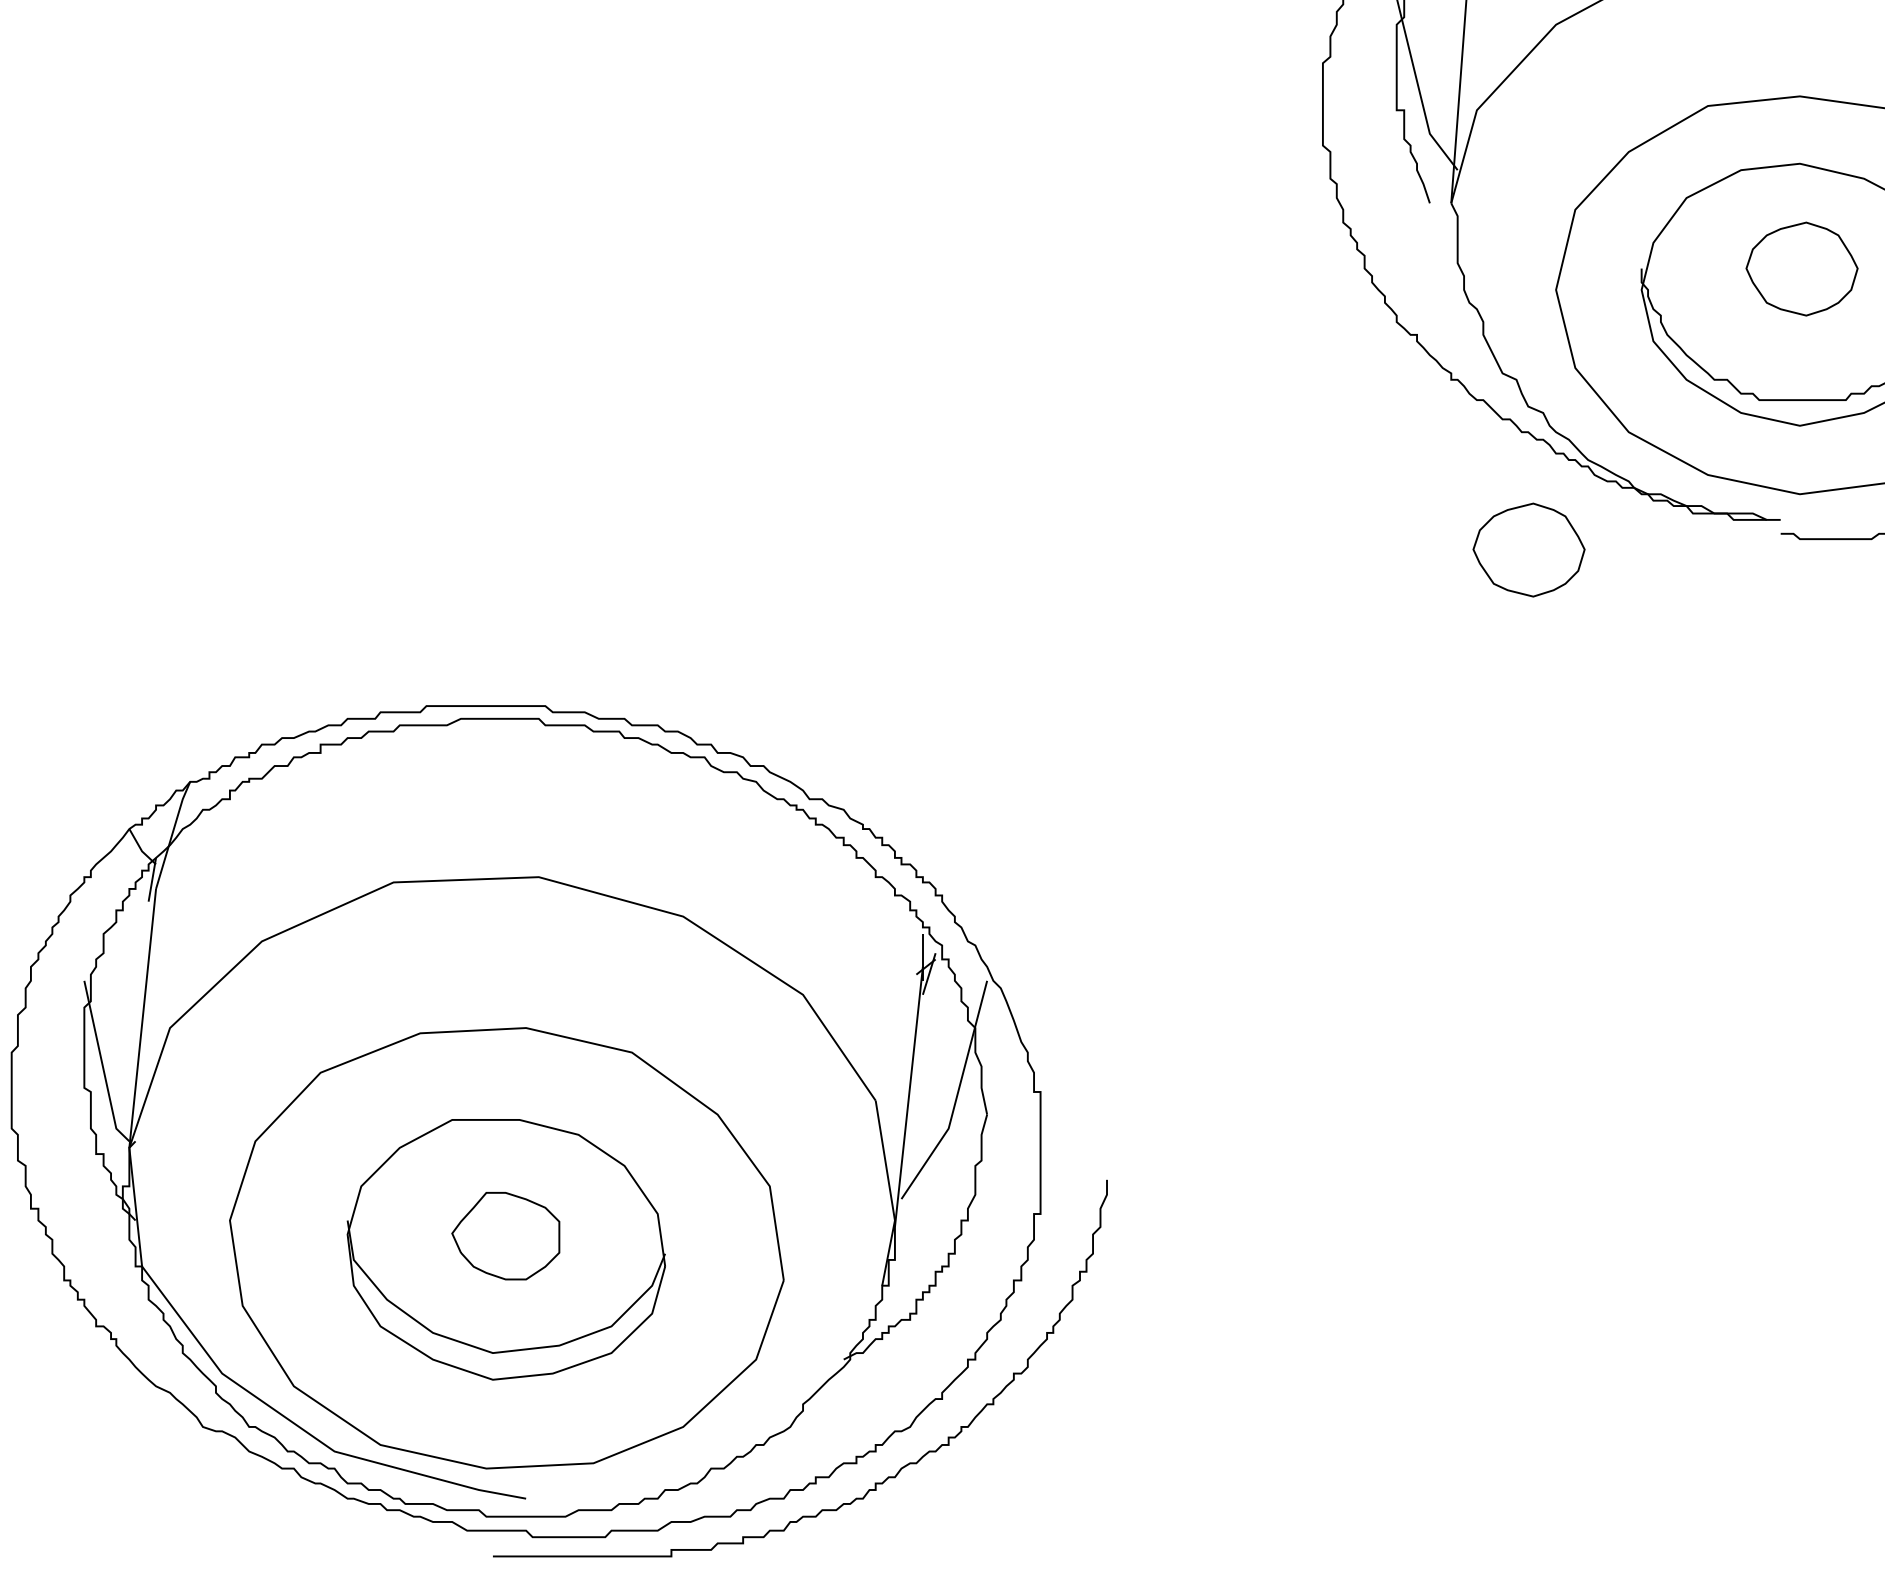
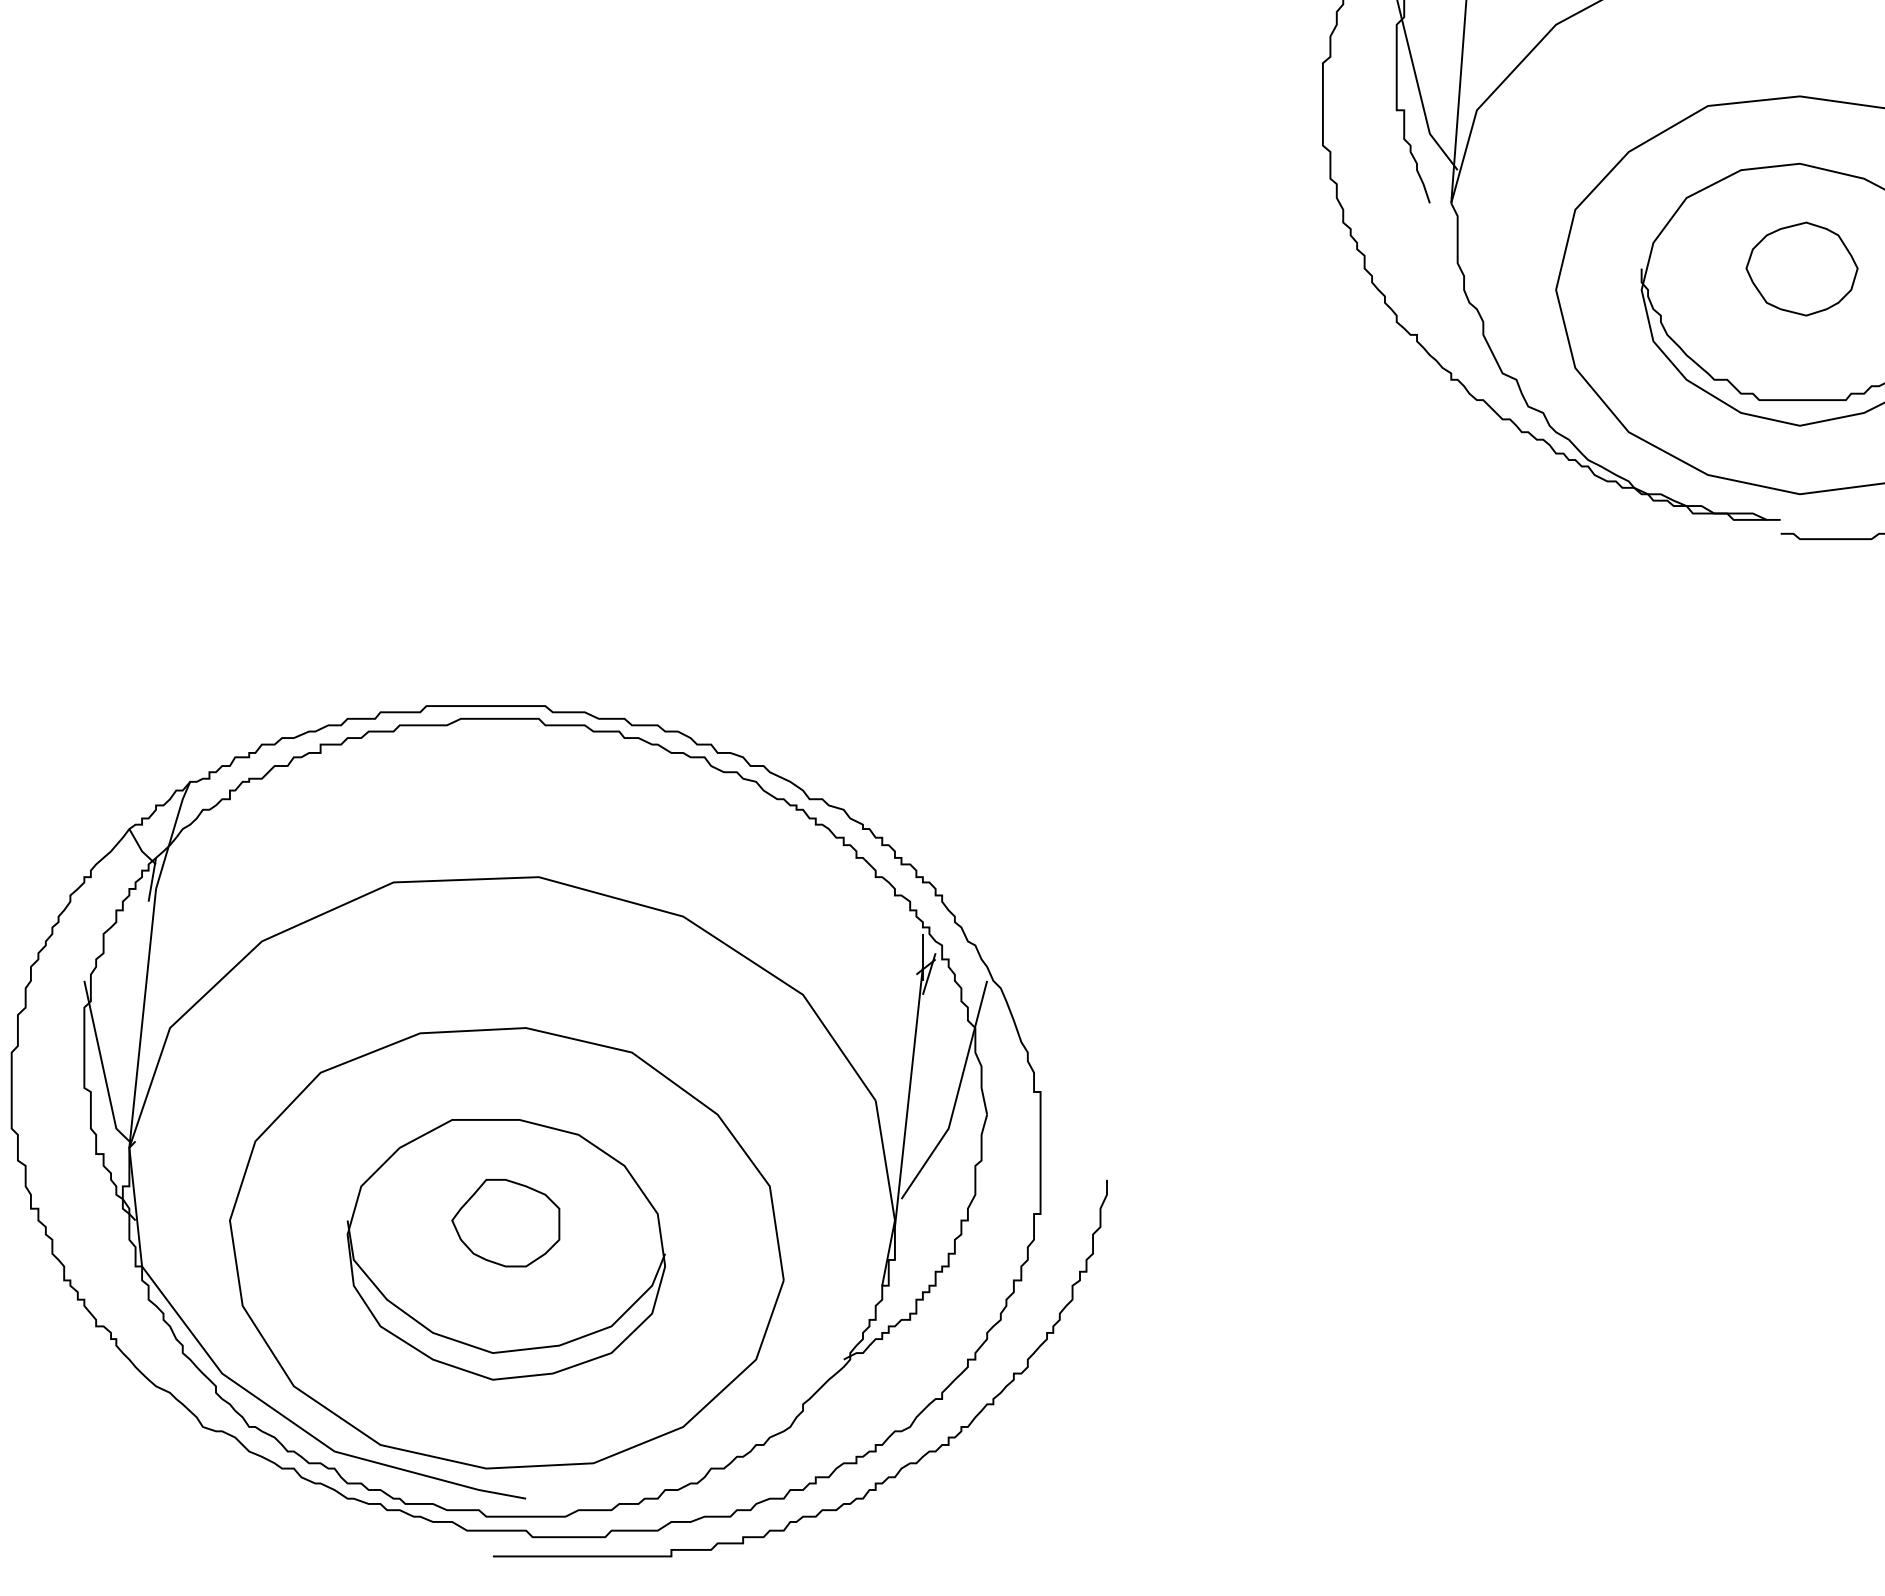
part at (1528, 549): present -> none
part at (505, 1236) position: (505, 1236) -> (505, 1223)
